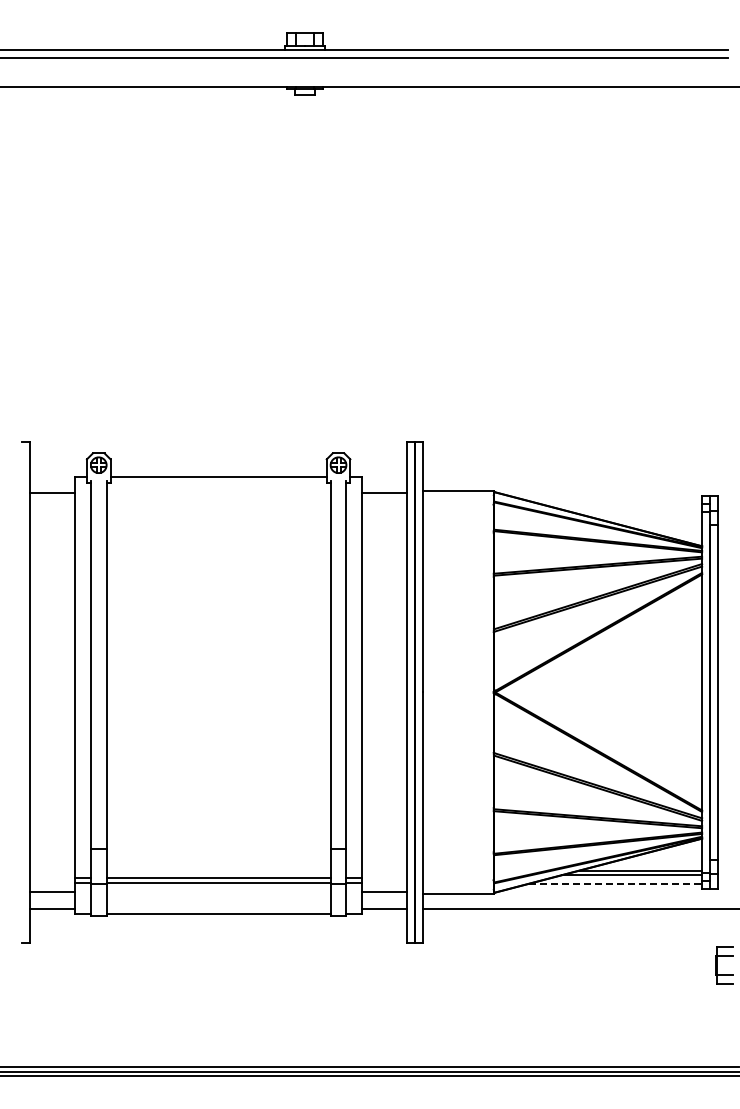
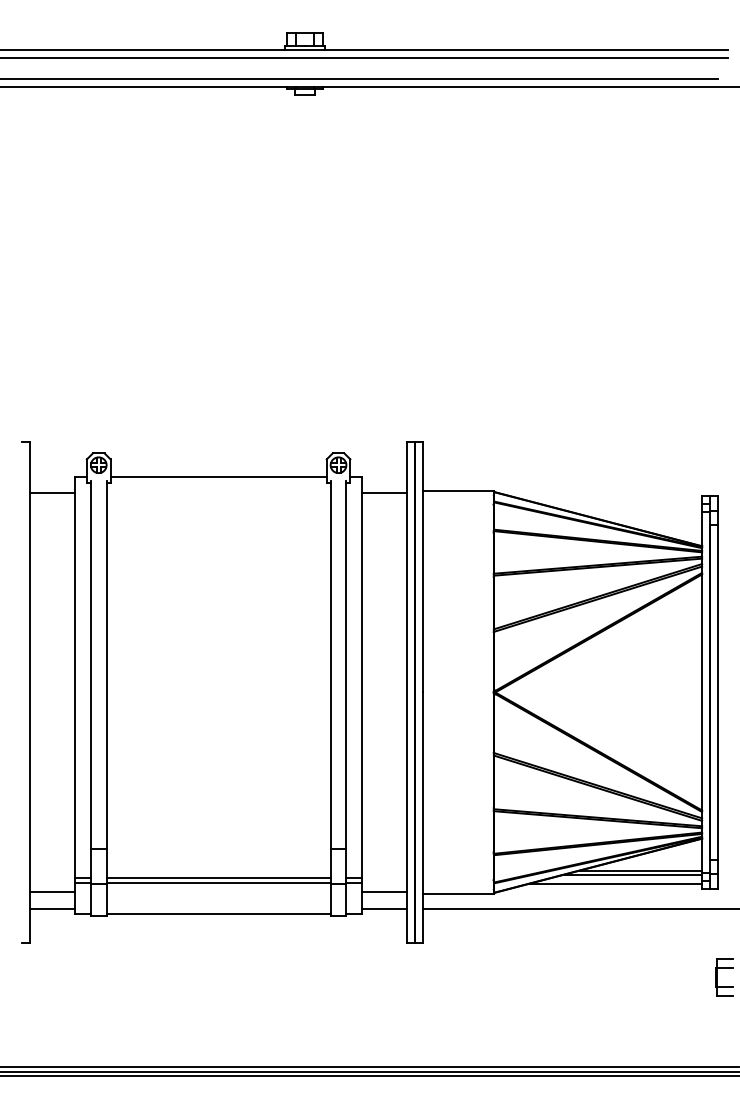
line at (359, 79): none -> present
line at (615, 883): dashed -> solid
part at (717, 965) position: (717, 965) -> (717, 977)
